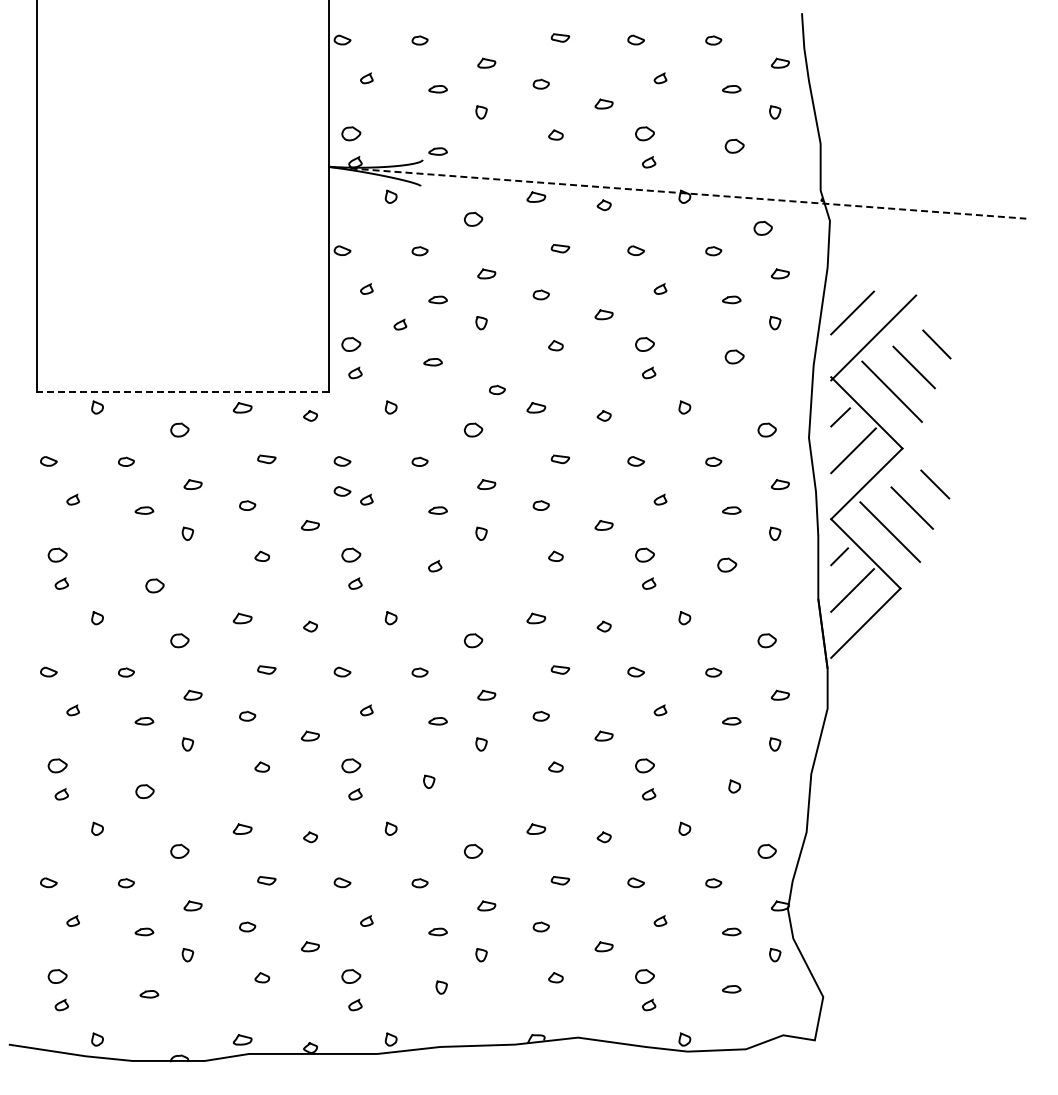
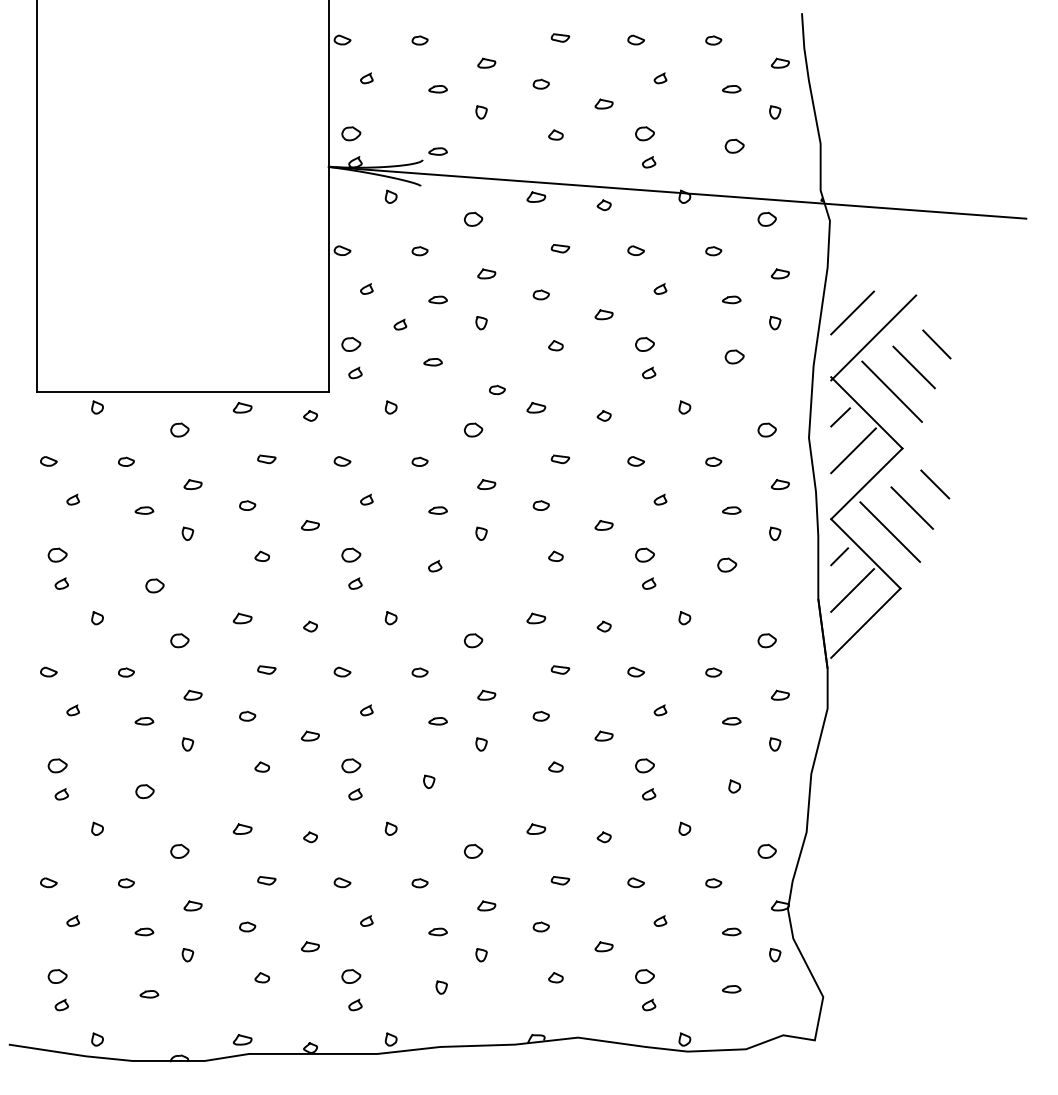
line at (677, 192): dashed -> solid
curve at (762, 223) position: (762, 223) -> (766, 214)
line at (182, 392): dashed -> solid
part at (342, 491): present -> none
